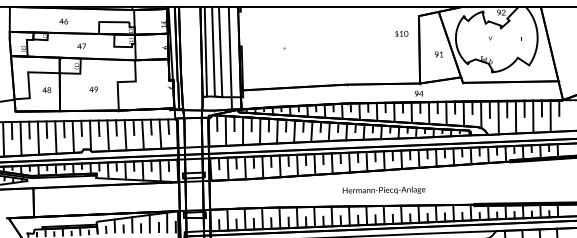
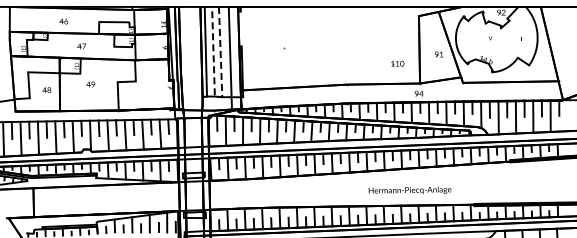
part at (401, 33) position: (401, 33) -> (397, 63)
part at (93, 89) position: (93, 89) -> (90, 84)
line at (218, 96): solid -> dashed
text at (383, 189) position: (383, 189) -> (409, 189)
